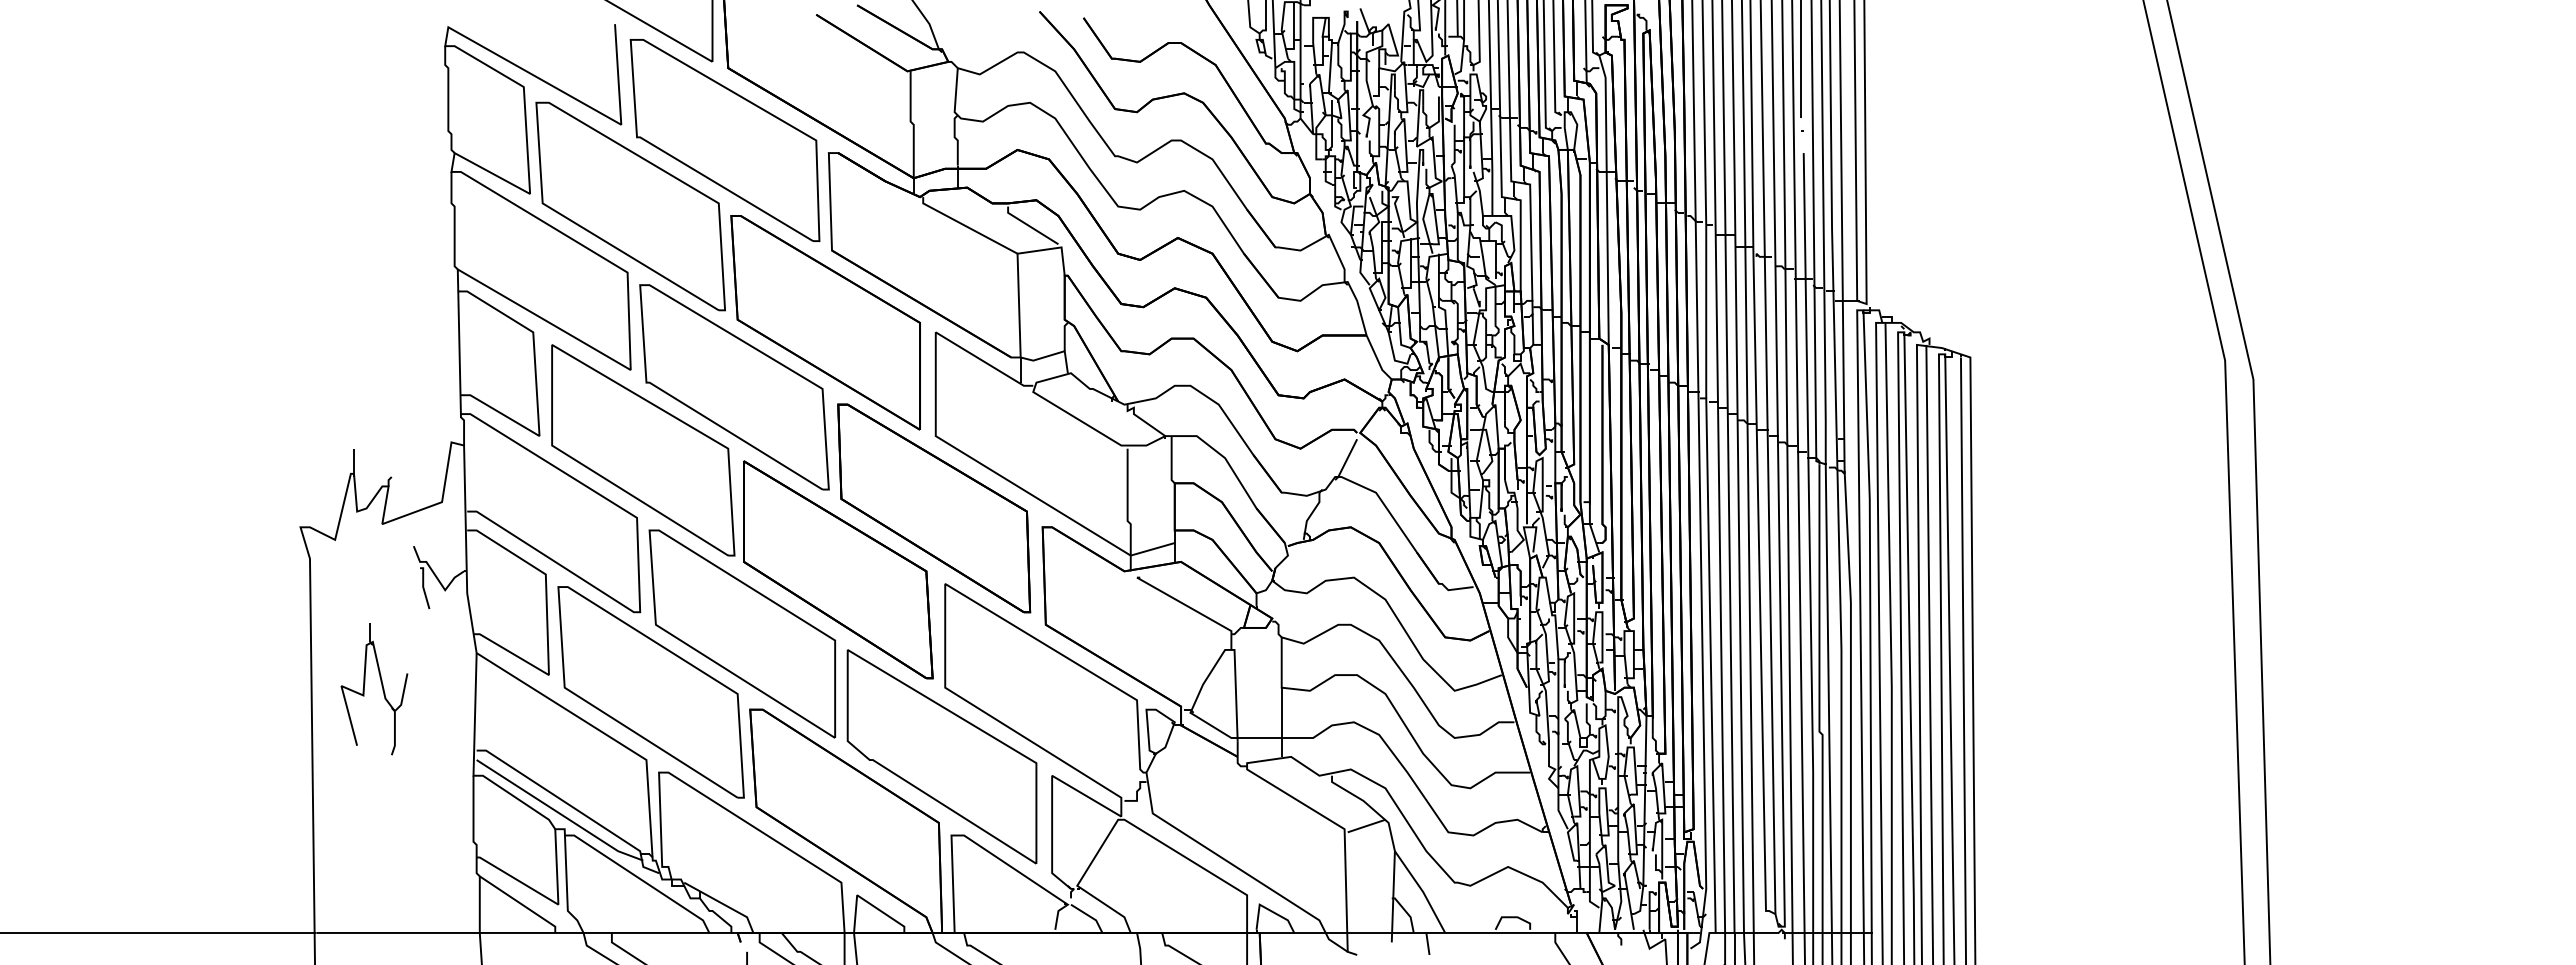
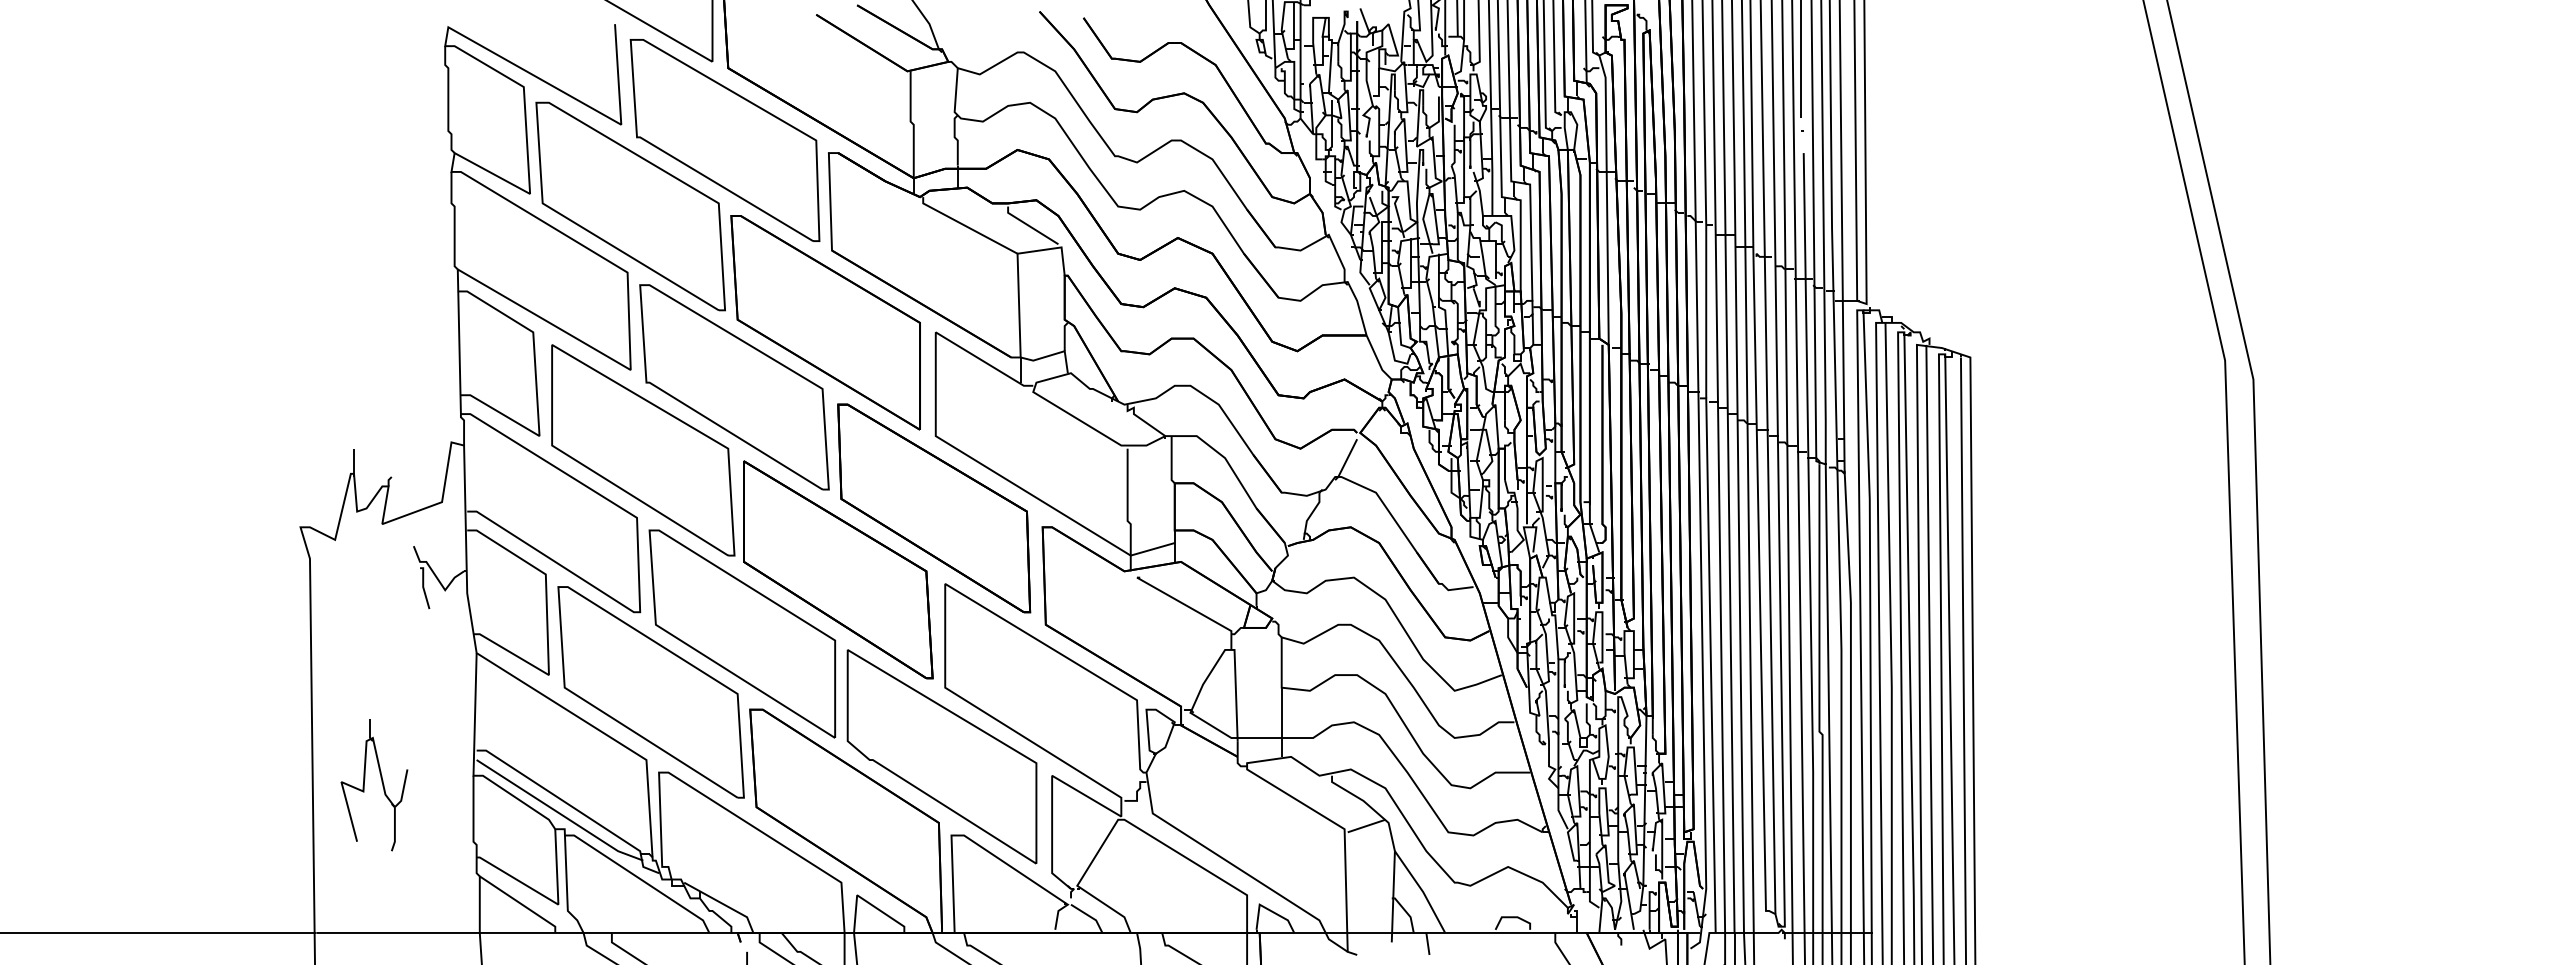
part at (381, 686) position: (381, 686) -> (381, 782)
